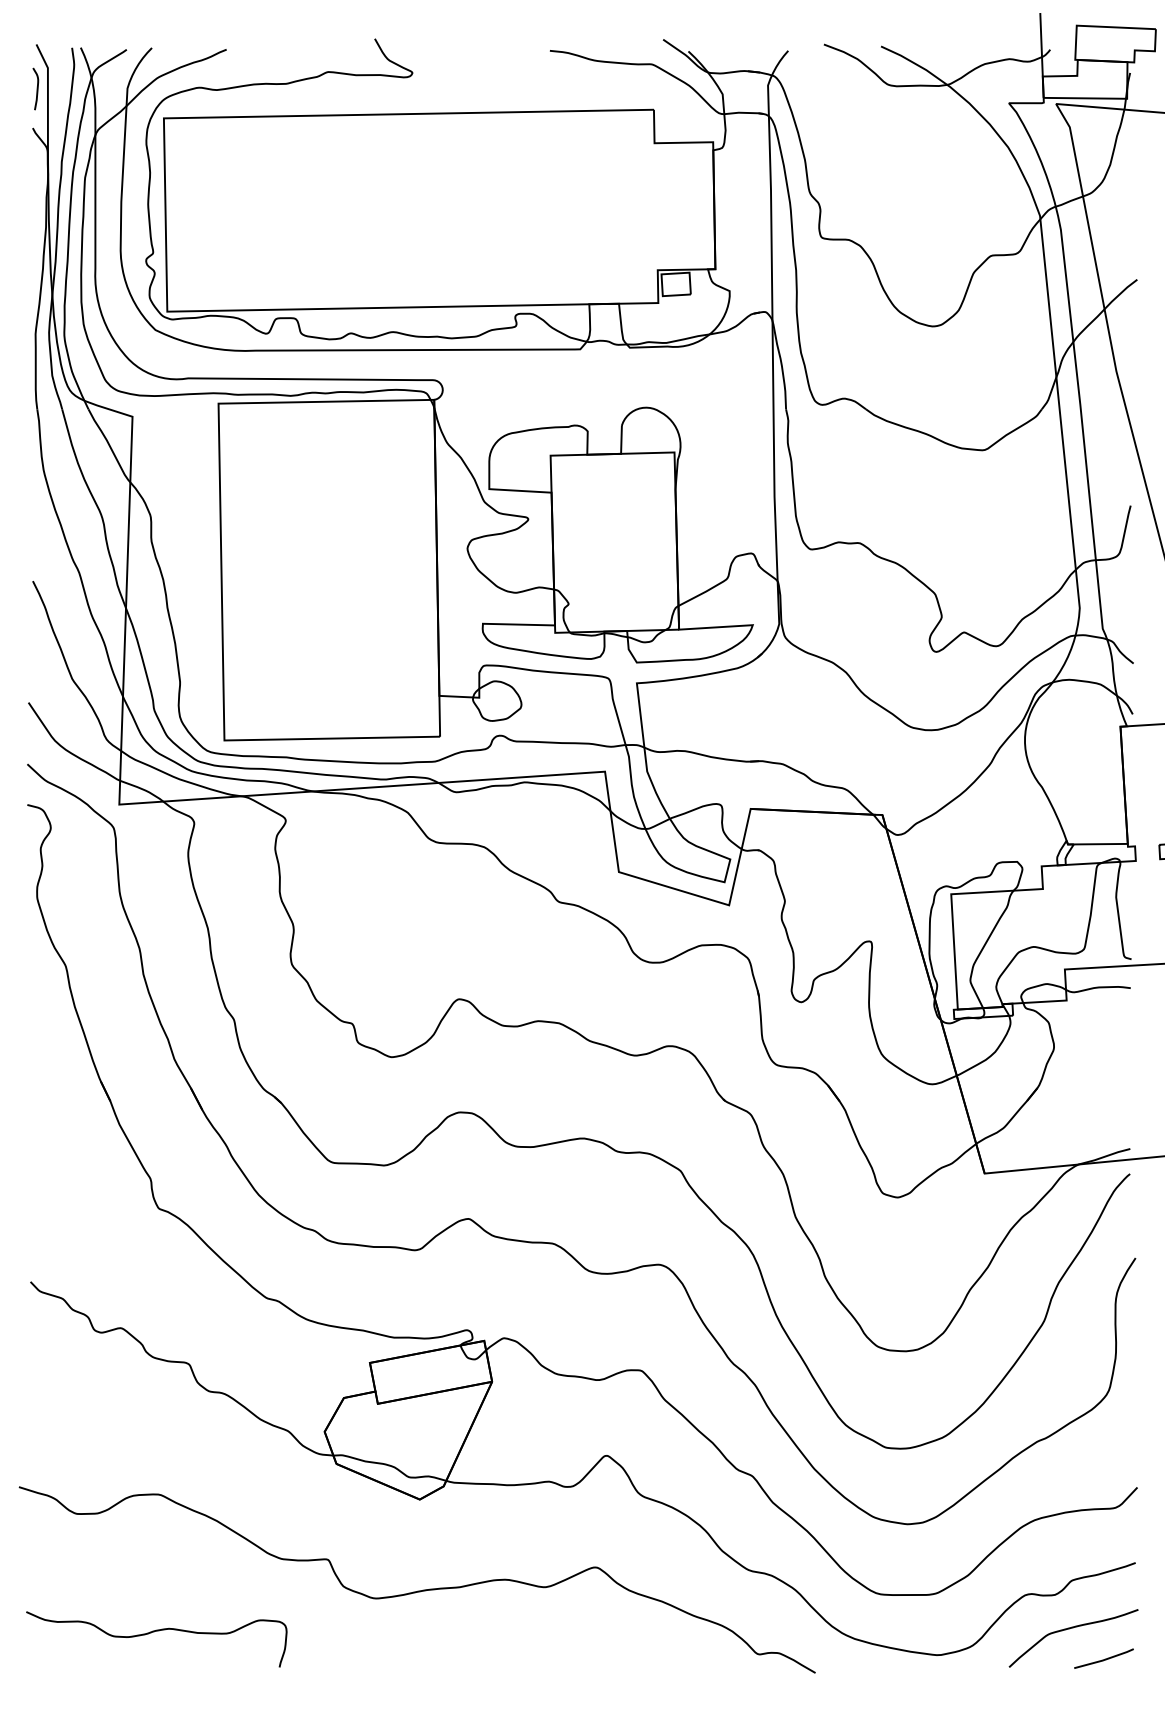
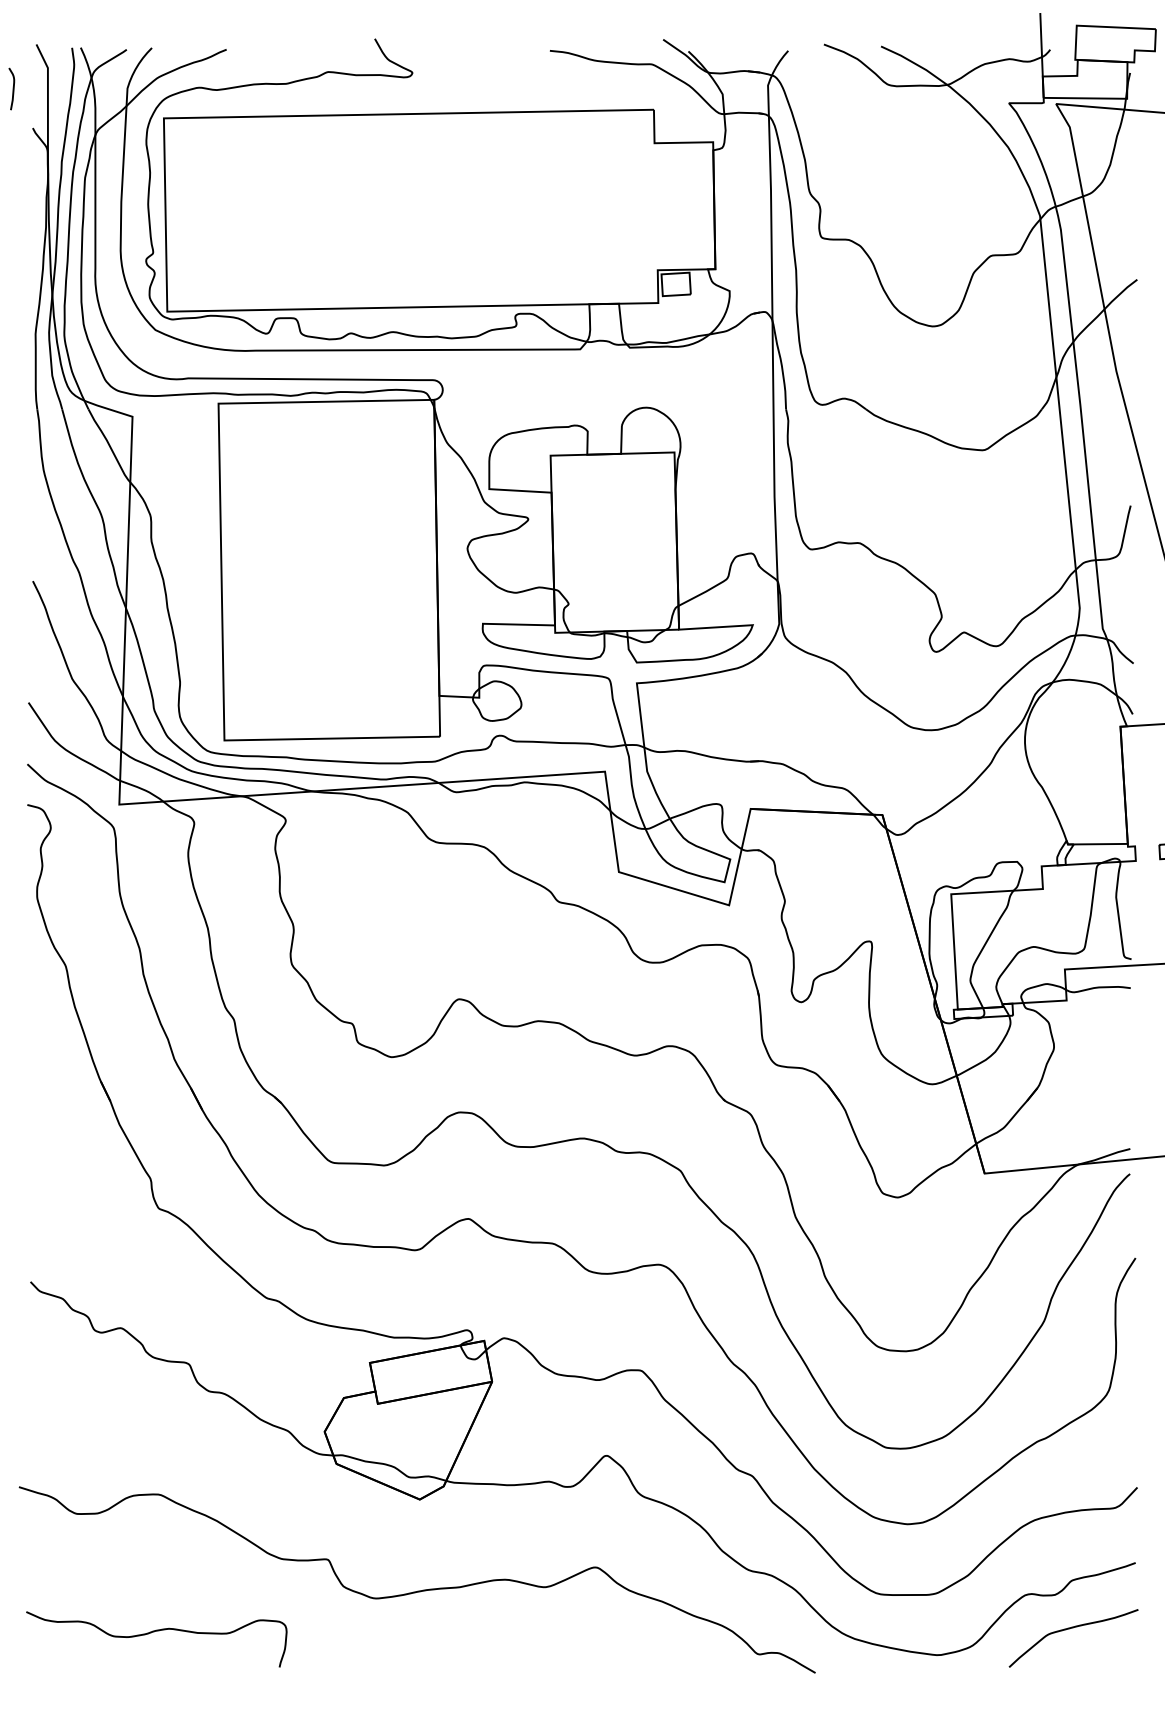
curve at (36, 88) position: (36, 88) -> (12, 88)
line at (1103, 1659): present -> none
